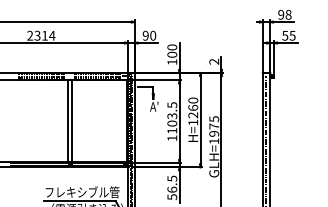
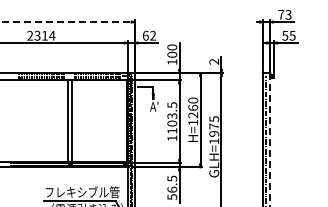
text at (284, 14): 98 -> 73
line at (66, 22): solid -> dashed
text at (149, 35): 90 -> 62
line at (270, 140): solid -> dashed
